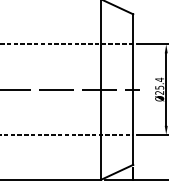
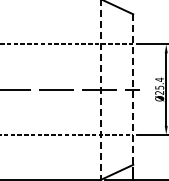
line at (101, 90): solid -> dashed
line at (133, 90): solid -> dashed
